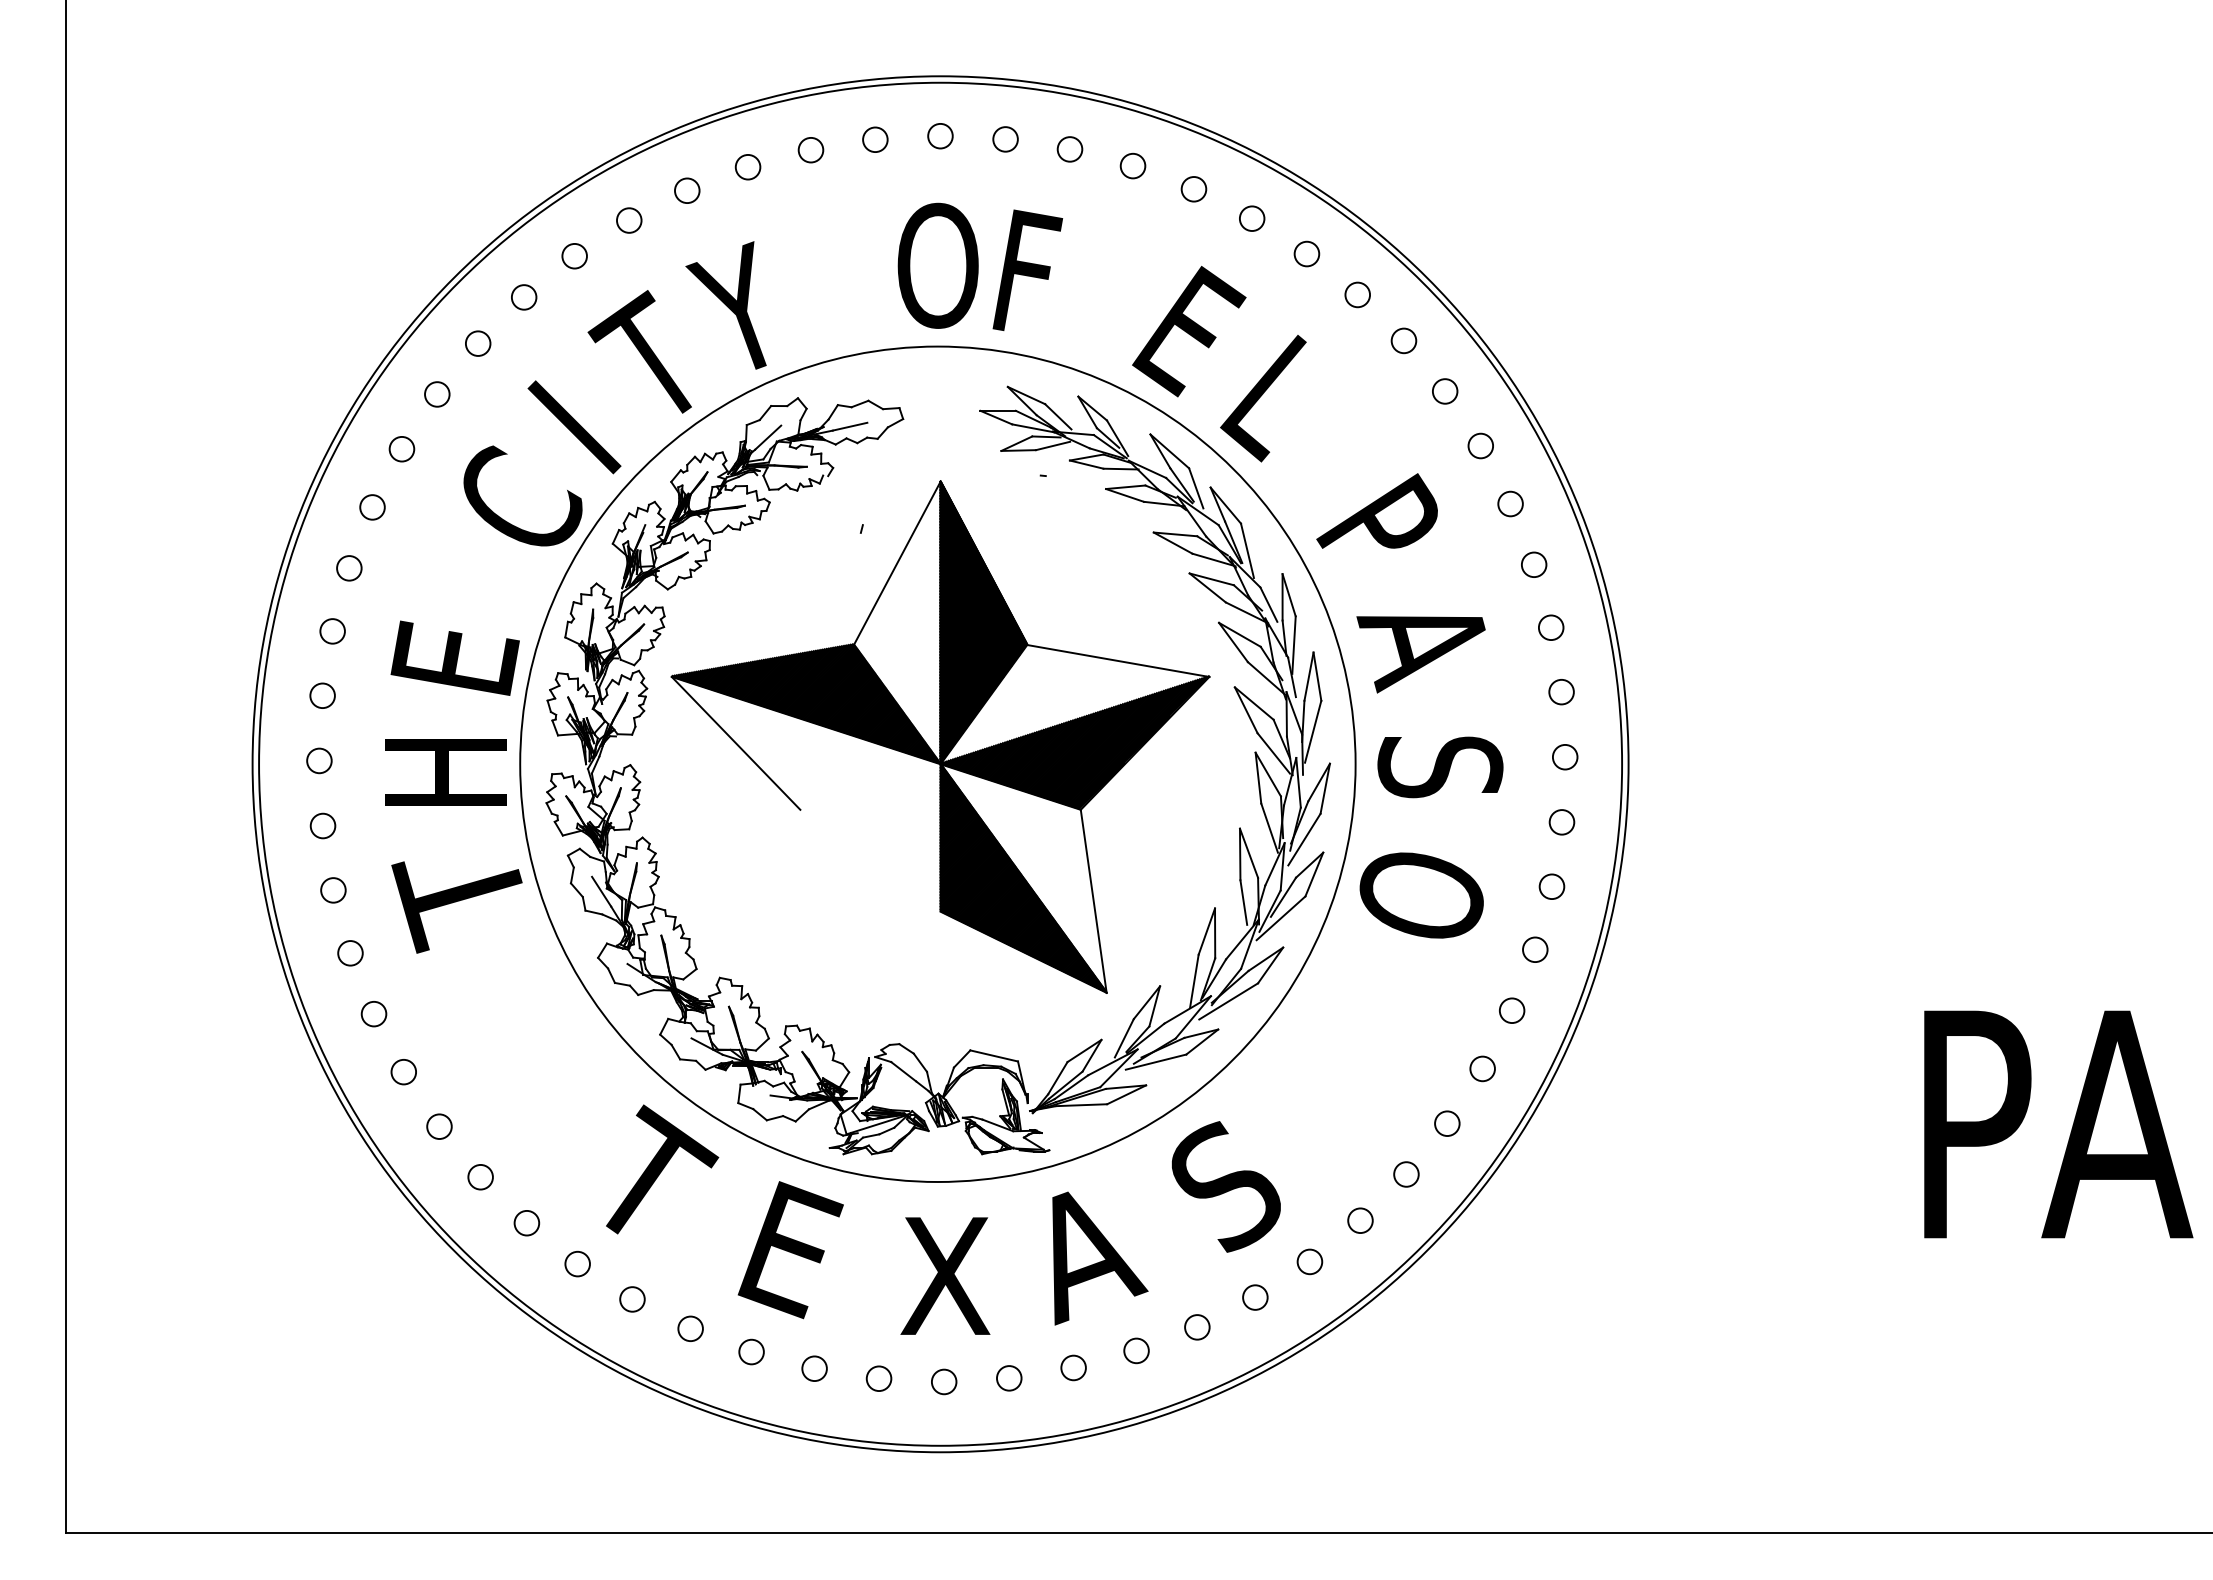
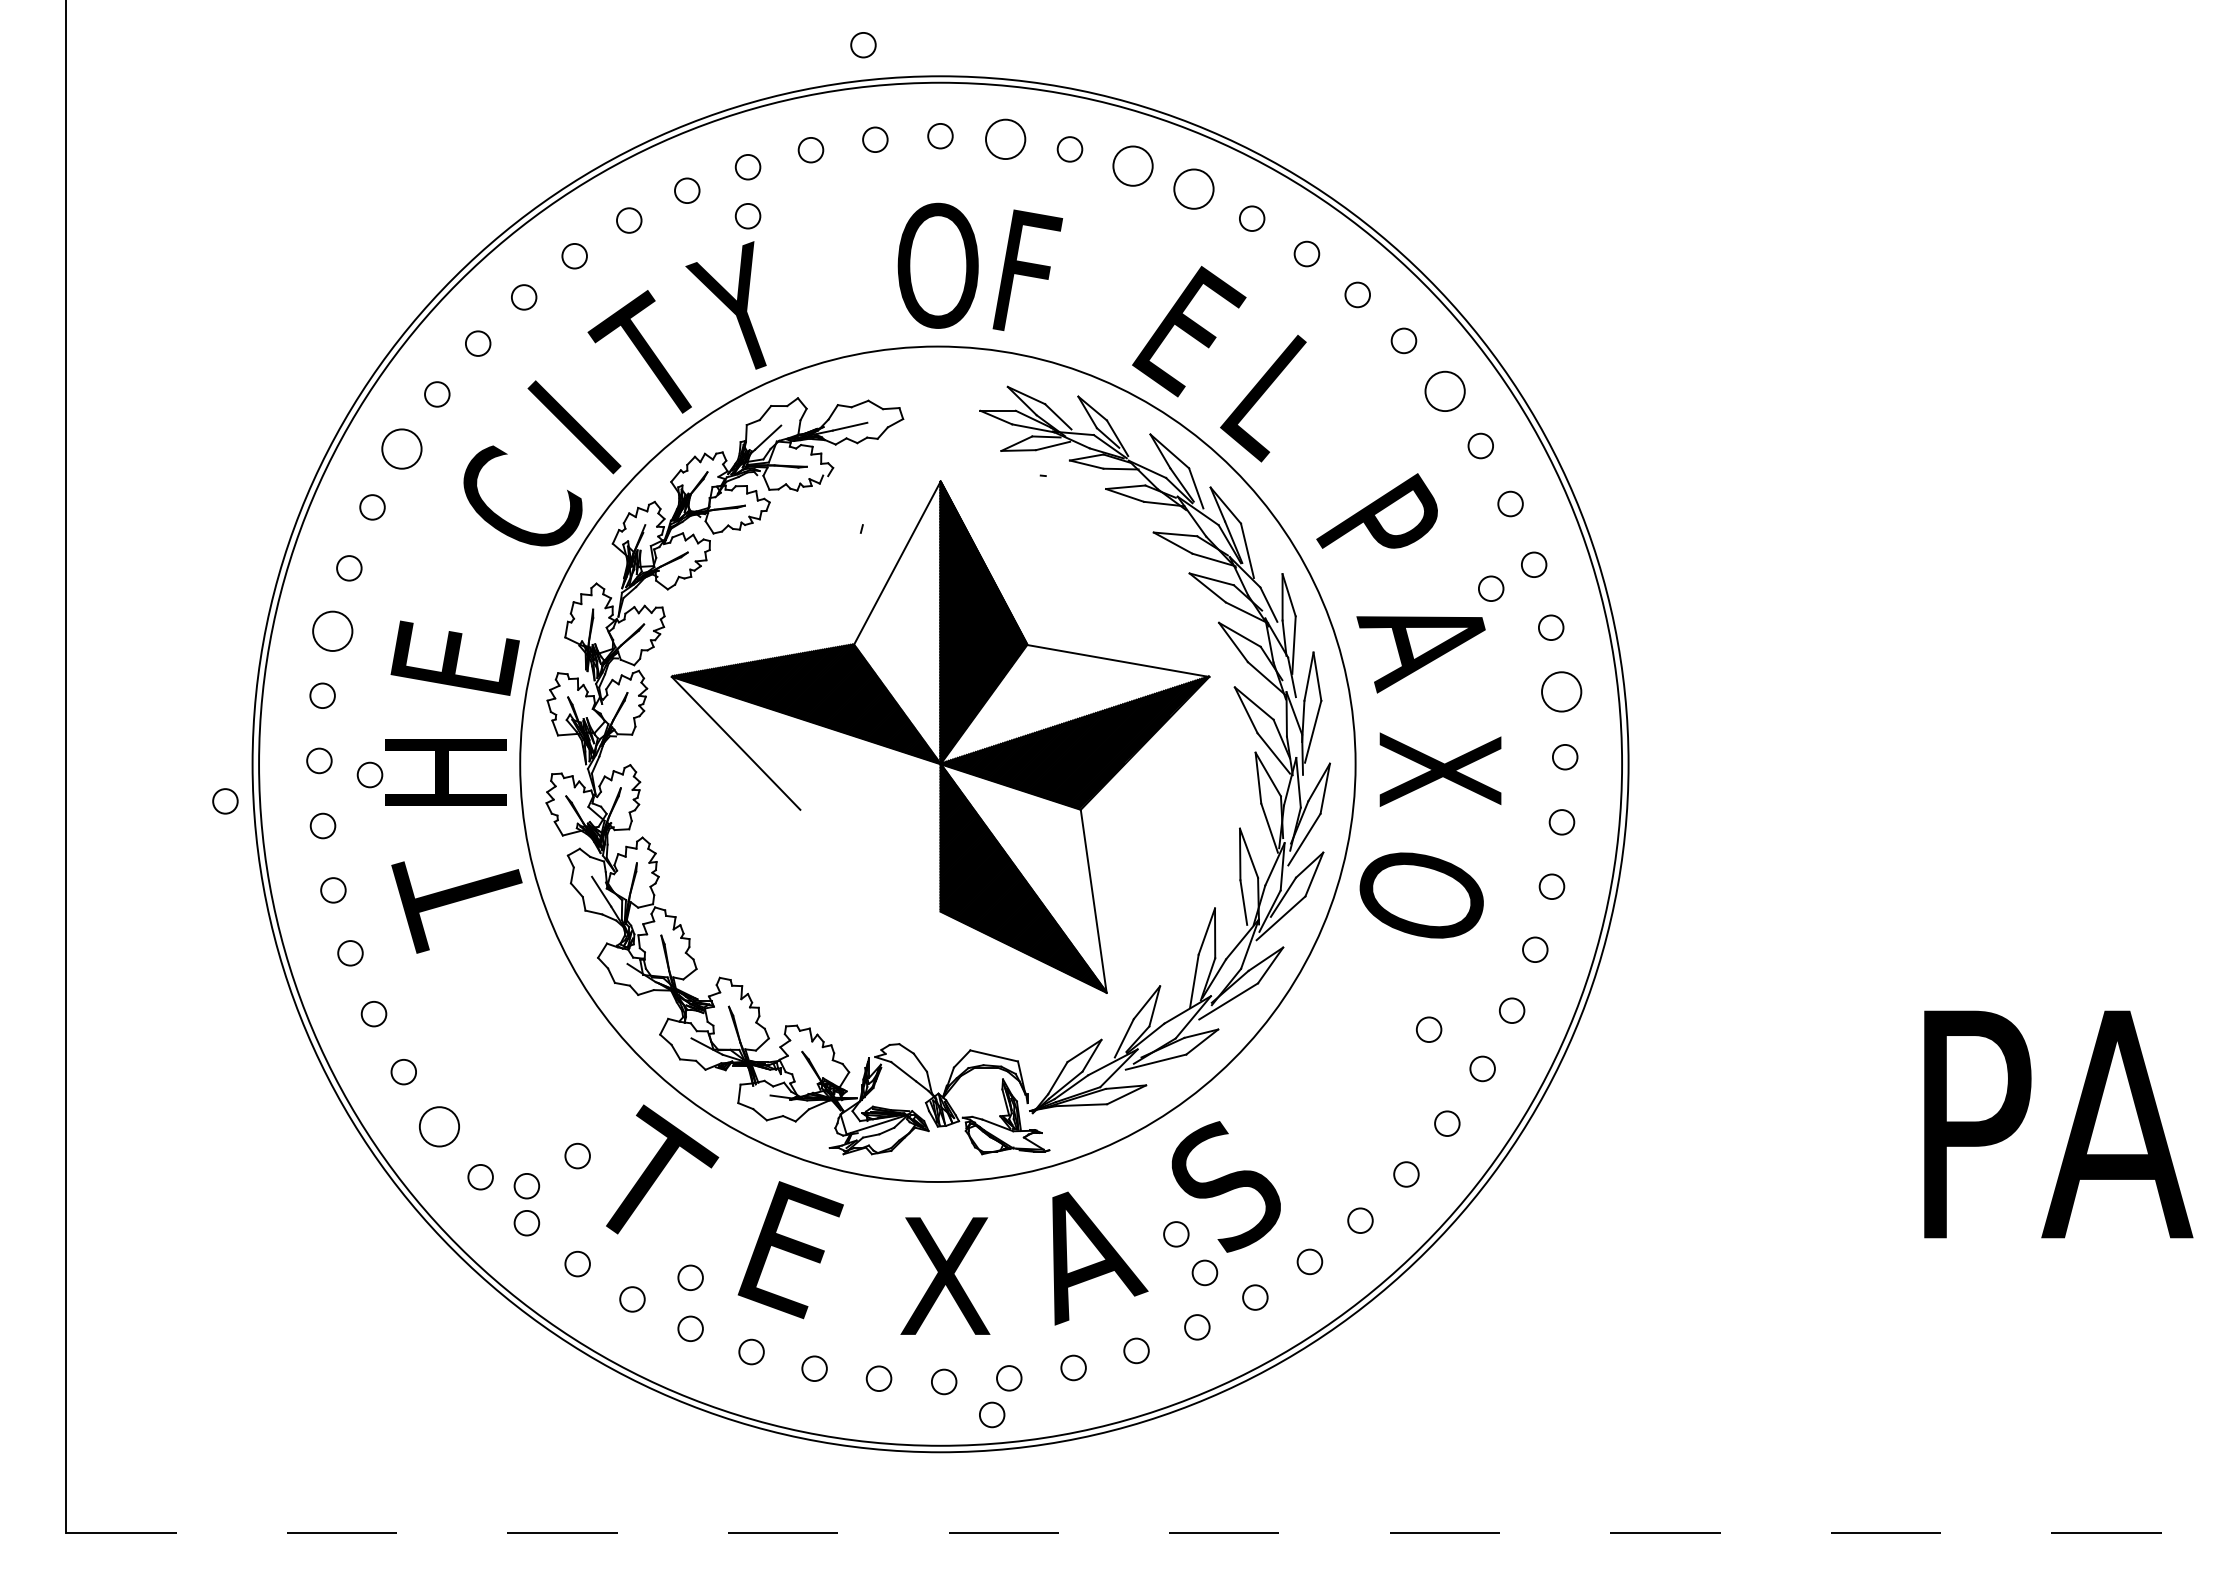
circle at (863, 45): none -> present
circle at (1005, 139) size: 27x27 px -> 42x42 px
circle at (1132, 165) size: 28x28 px -> 42x42 px
circle at (1193, 189) size: 28x27 px -> 42x42 px
circle at (747, 216): none -> present
circle at (1444, 391) diameter: 25 px -> 39 px
circle at (401, 449) size: 28x27 px -> 42x42 px
circle at (1491, 588): none -> present
circle at (332, 631) size: 27x27 px -> 42x42 px
circle at (1561, 692) size: 27x27 px -> 42x42 px
text at (1440, 769): S -> X
circle at (369, 774): none -> present
circle at (225, 801): none -> present
circle at (1429, 1029): none -> present
circle at (439, 1126) size: 27x27 px -> 41x42 px
circle at (577, 1155): none -> present
circle at (526, 1186): none -> present
circle at (1176, 1234): none -> present
circle at (1204, 1272): none -> present
circle at (690, 1277): none -> present
circle at (992, 1414): none -> present
line at (1139, 1532): solid -> dashed
